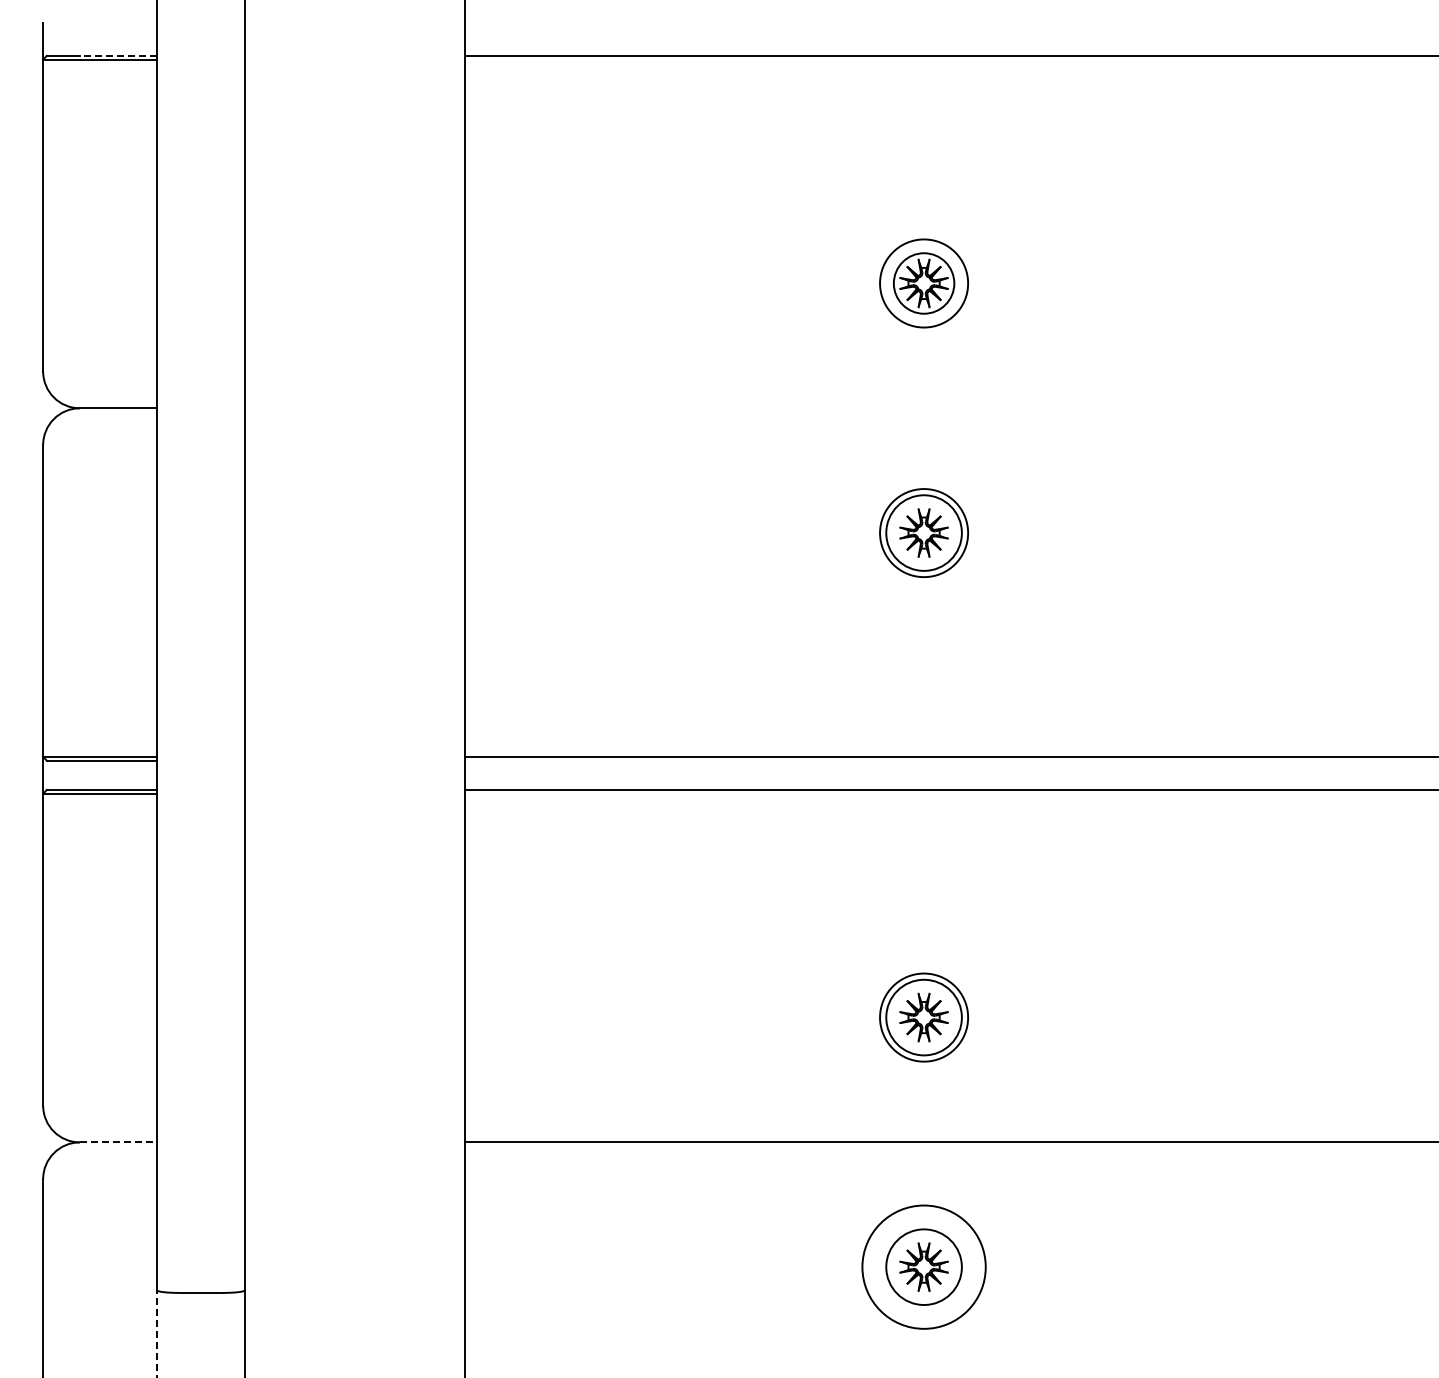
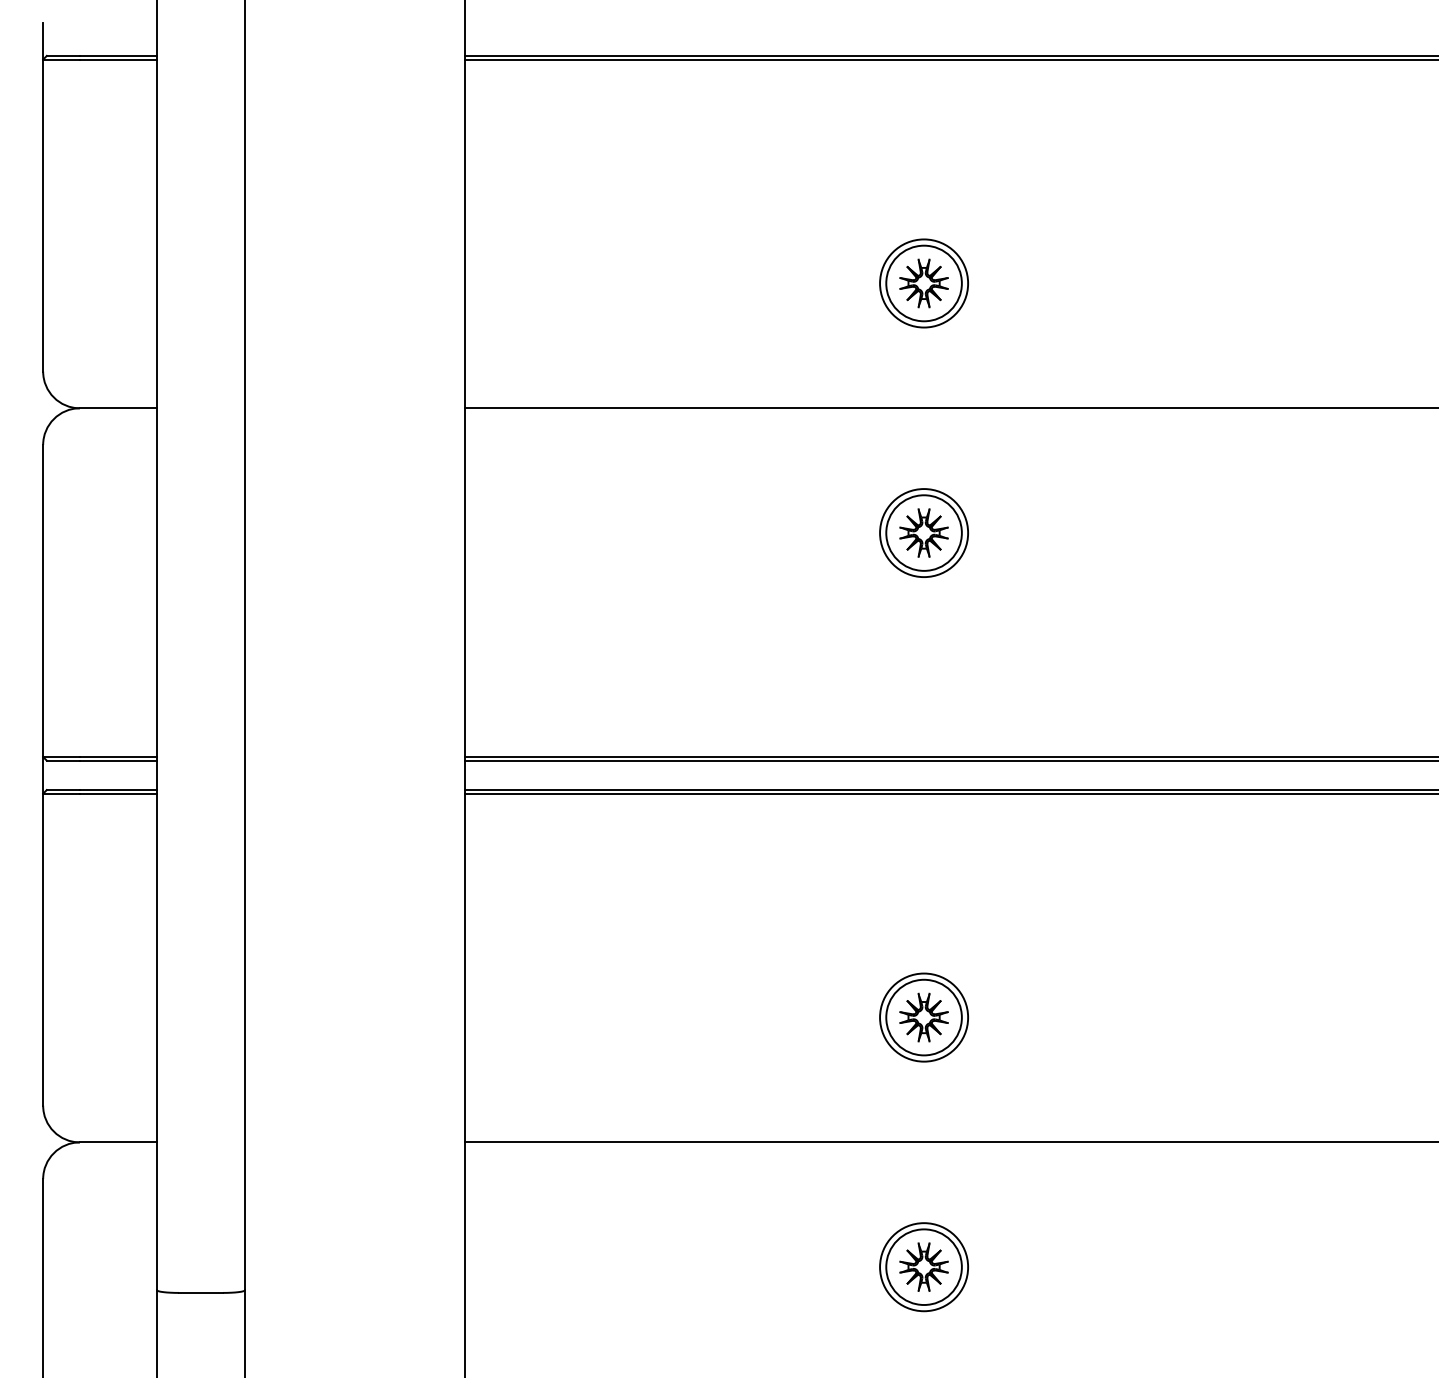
line at (118, 55): dashed -> solid
line at (950, 59): none -> present
circle at (923, 283) diameter: 60 px -> 76 px
line at (950, 408): none -> present
line at (950, 760): none -> present
line at (950, 793): none -> present
line at (118, 1142): dashed -> solid
circle at (923, 1266) diameter: 123 px -> 88 px
line at (156, 1333): dashed -> solid
